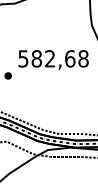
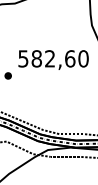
text at (83, 58): 582,68 -> 582,60
